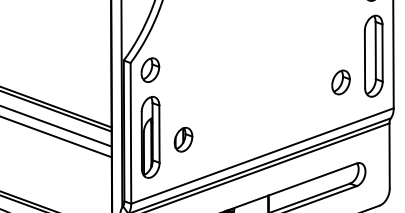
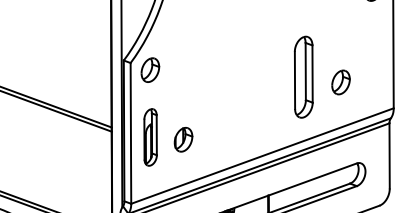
part at (373, 55) position: (373, 55) -> (303, 76)
line at (56, 126): present -> none
line at (56, 137): present -> none
part at (150, 137) size: 21x83 px -> 15x59 px
